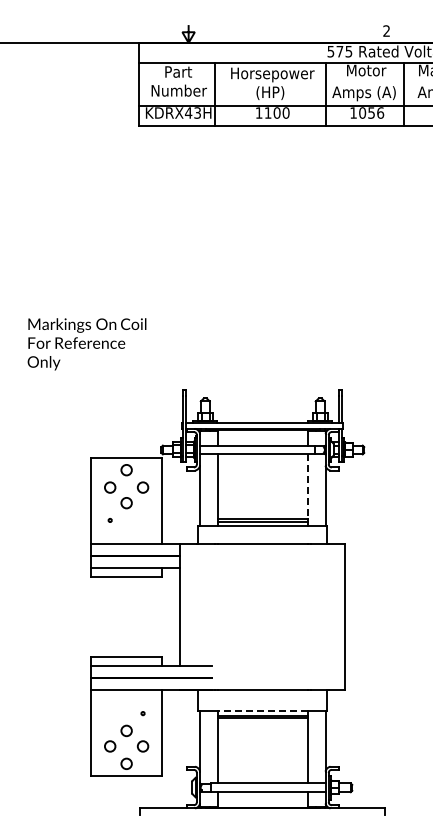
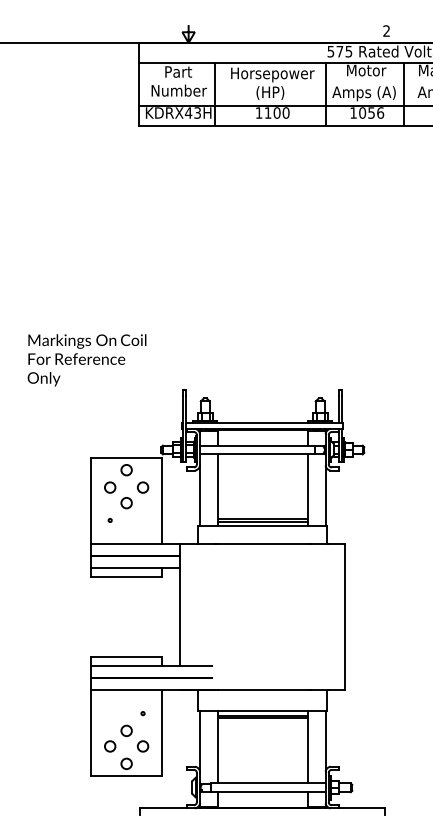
text at (86, 344) position: (86, 344) -> (86, 360)
line at (307, 487): dashed -> solid
line at (262, 711): dashed -> solid
